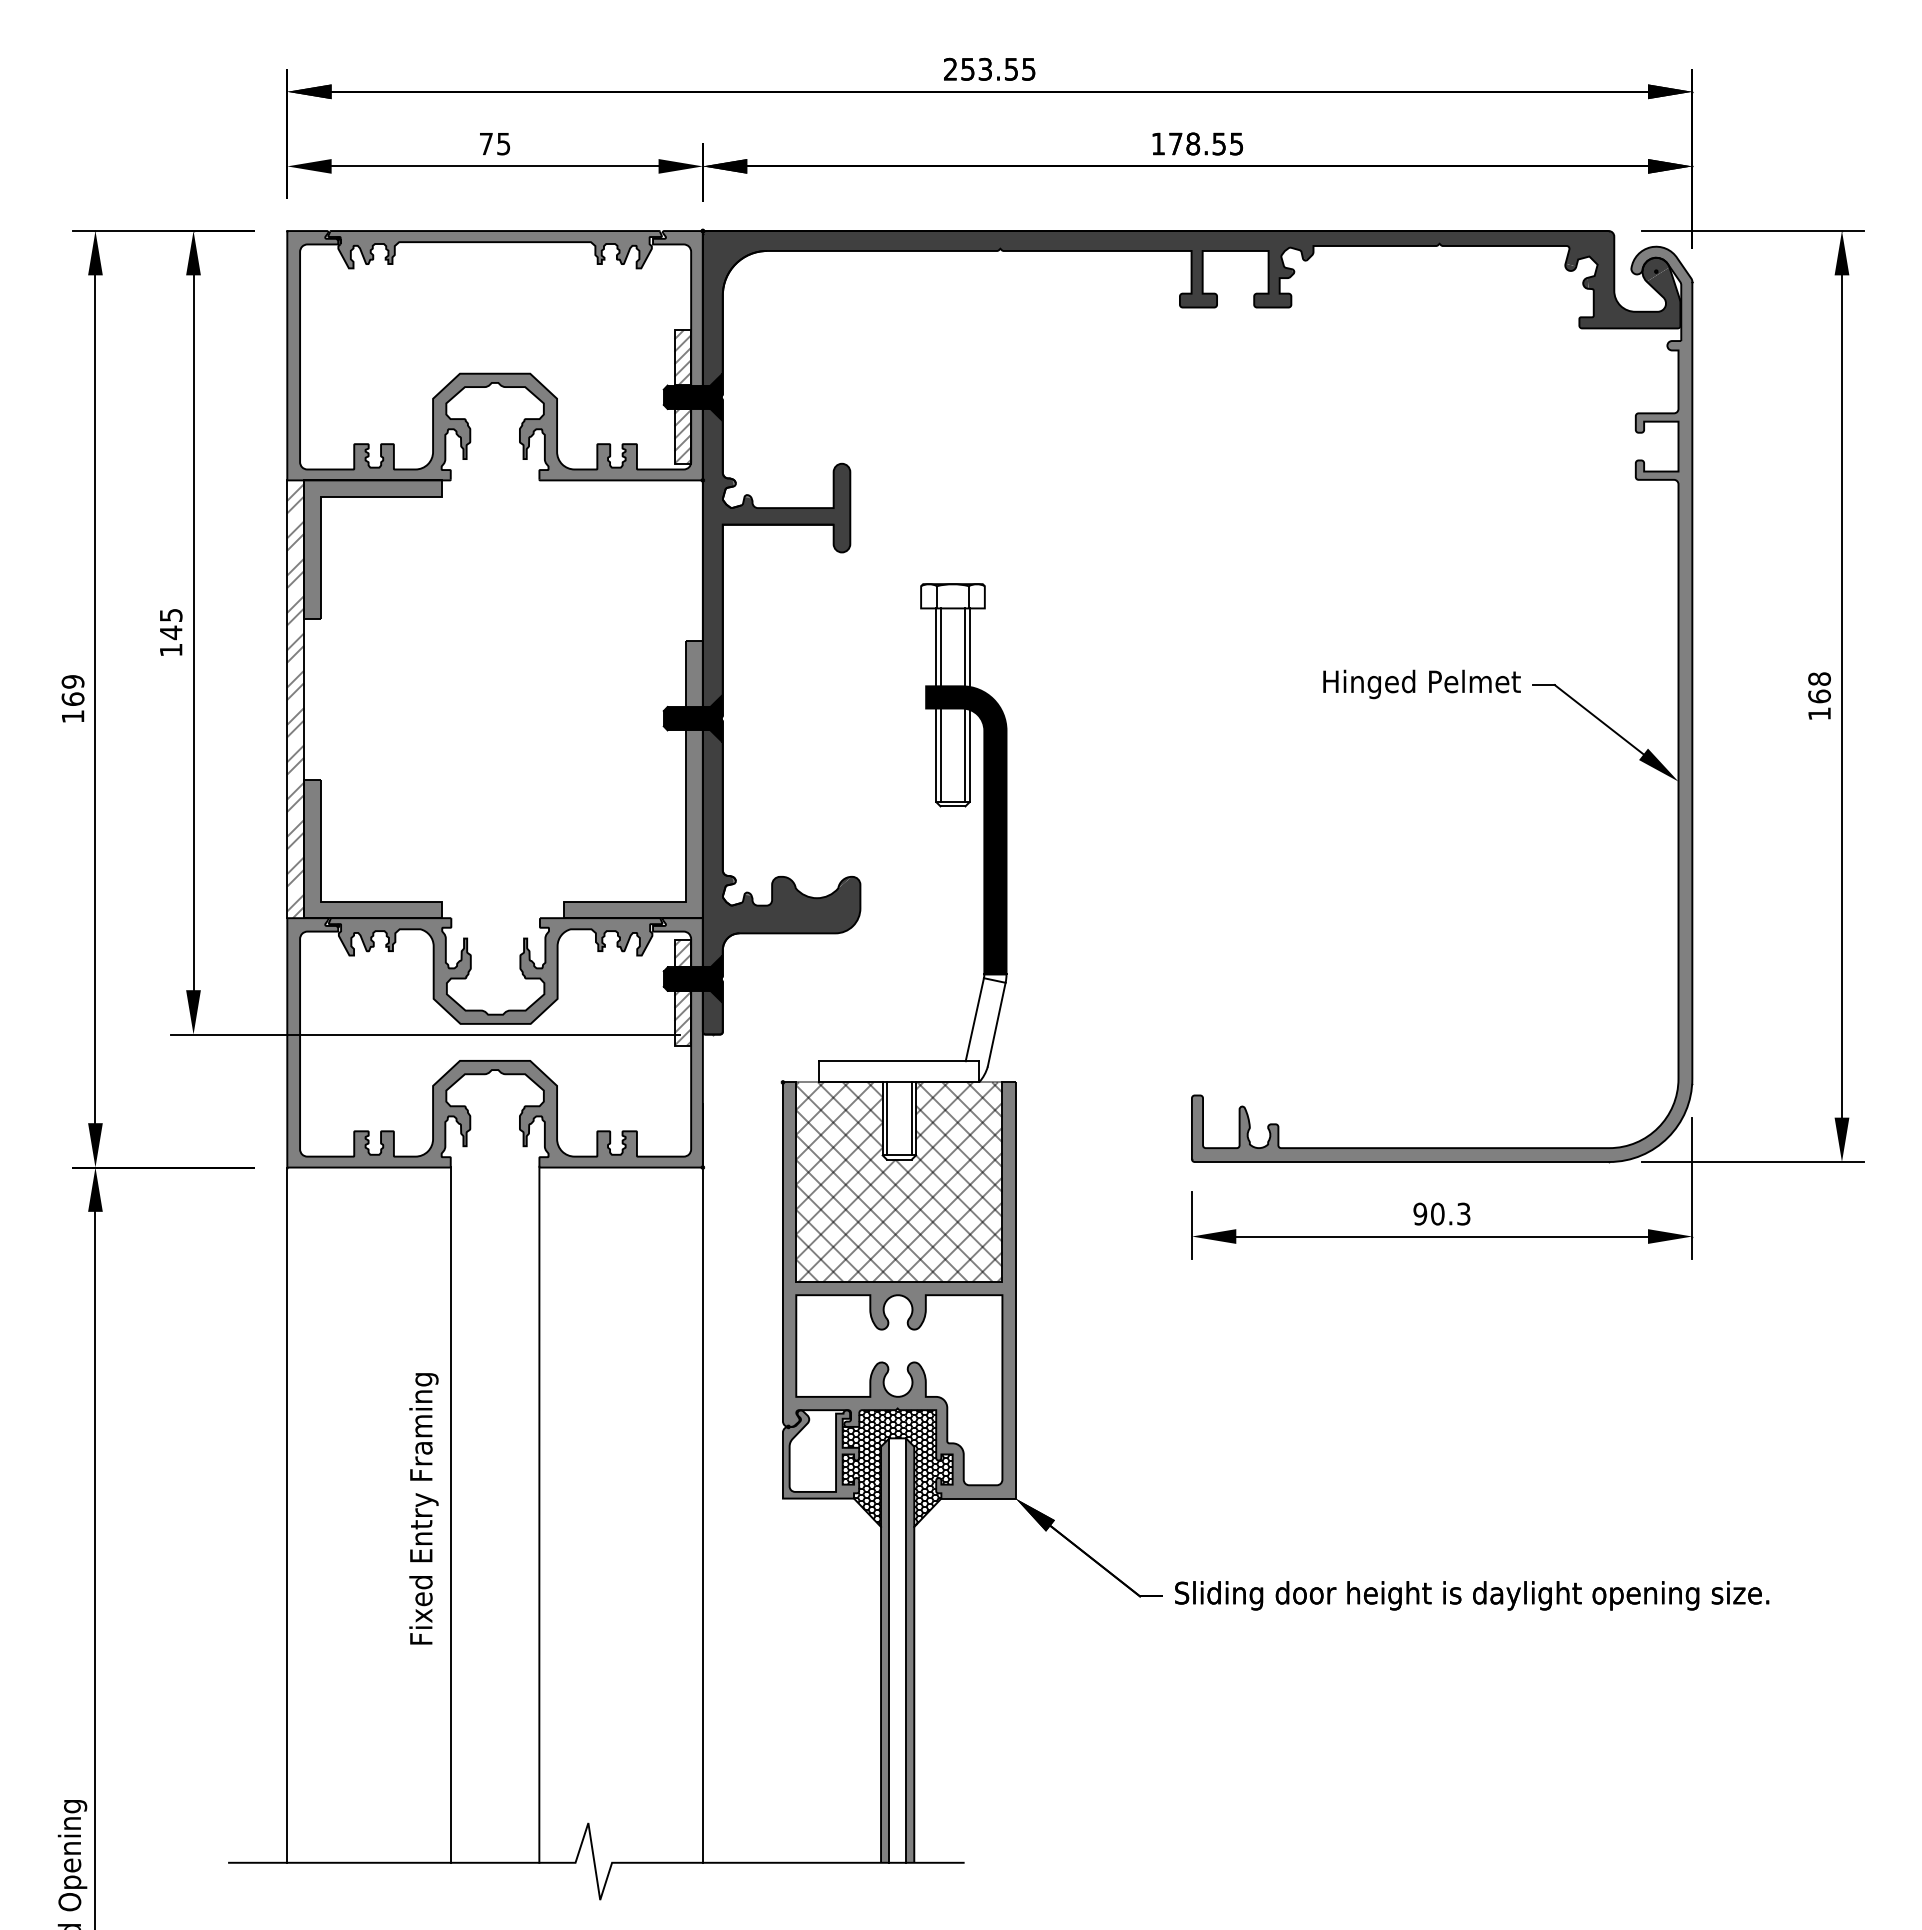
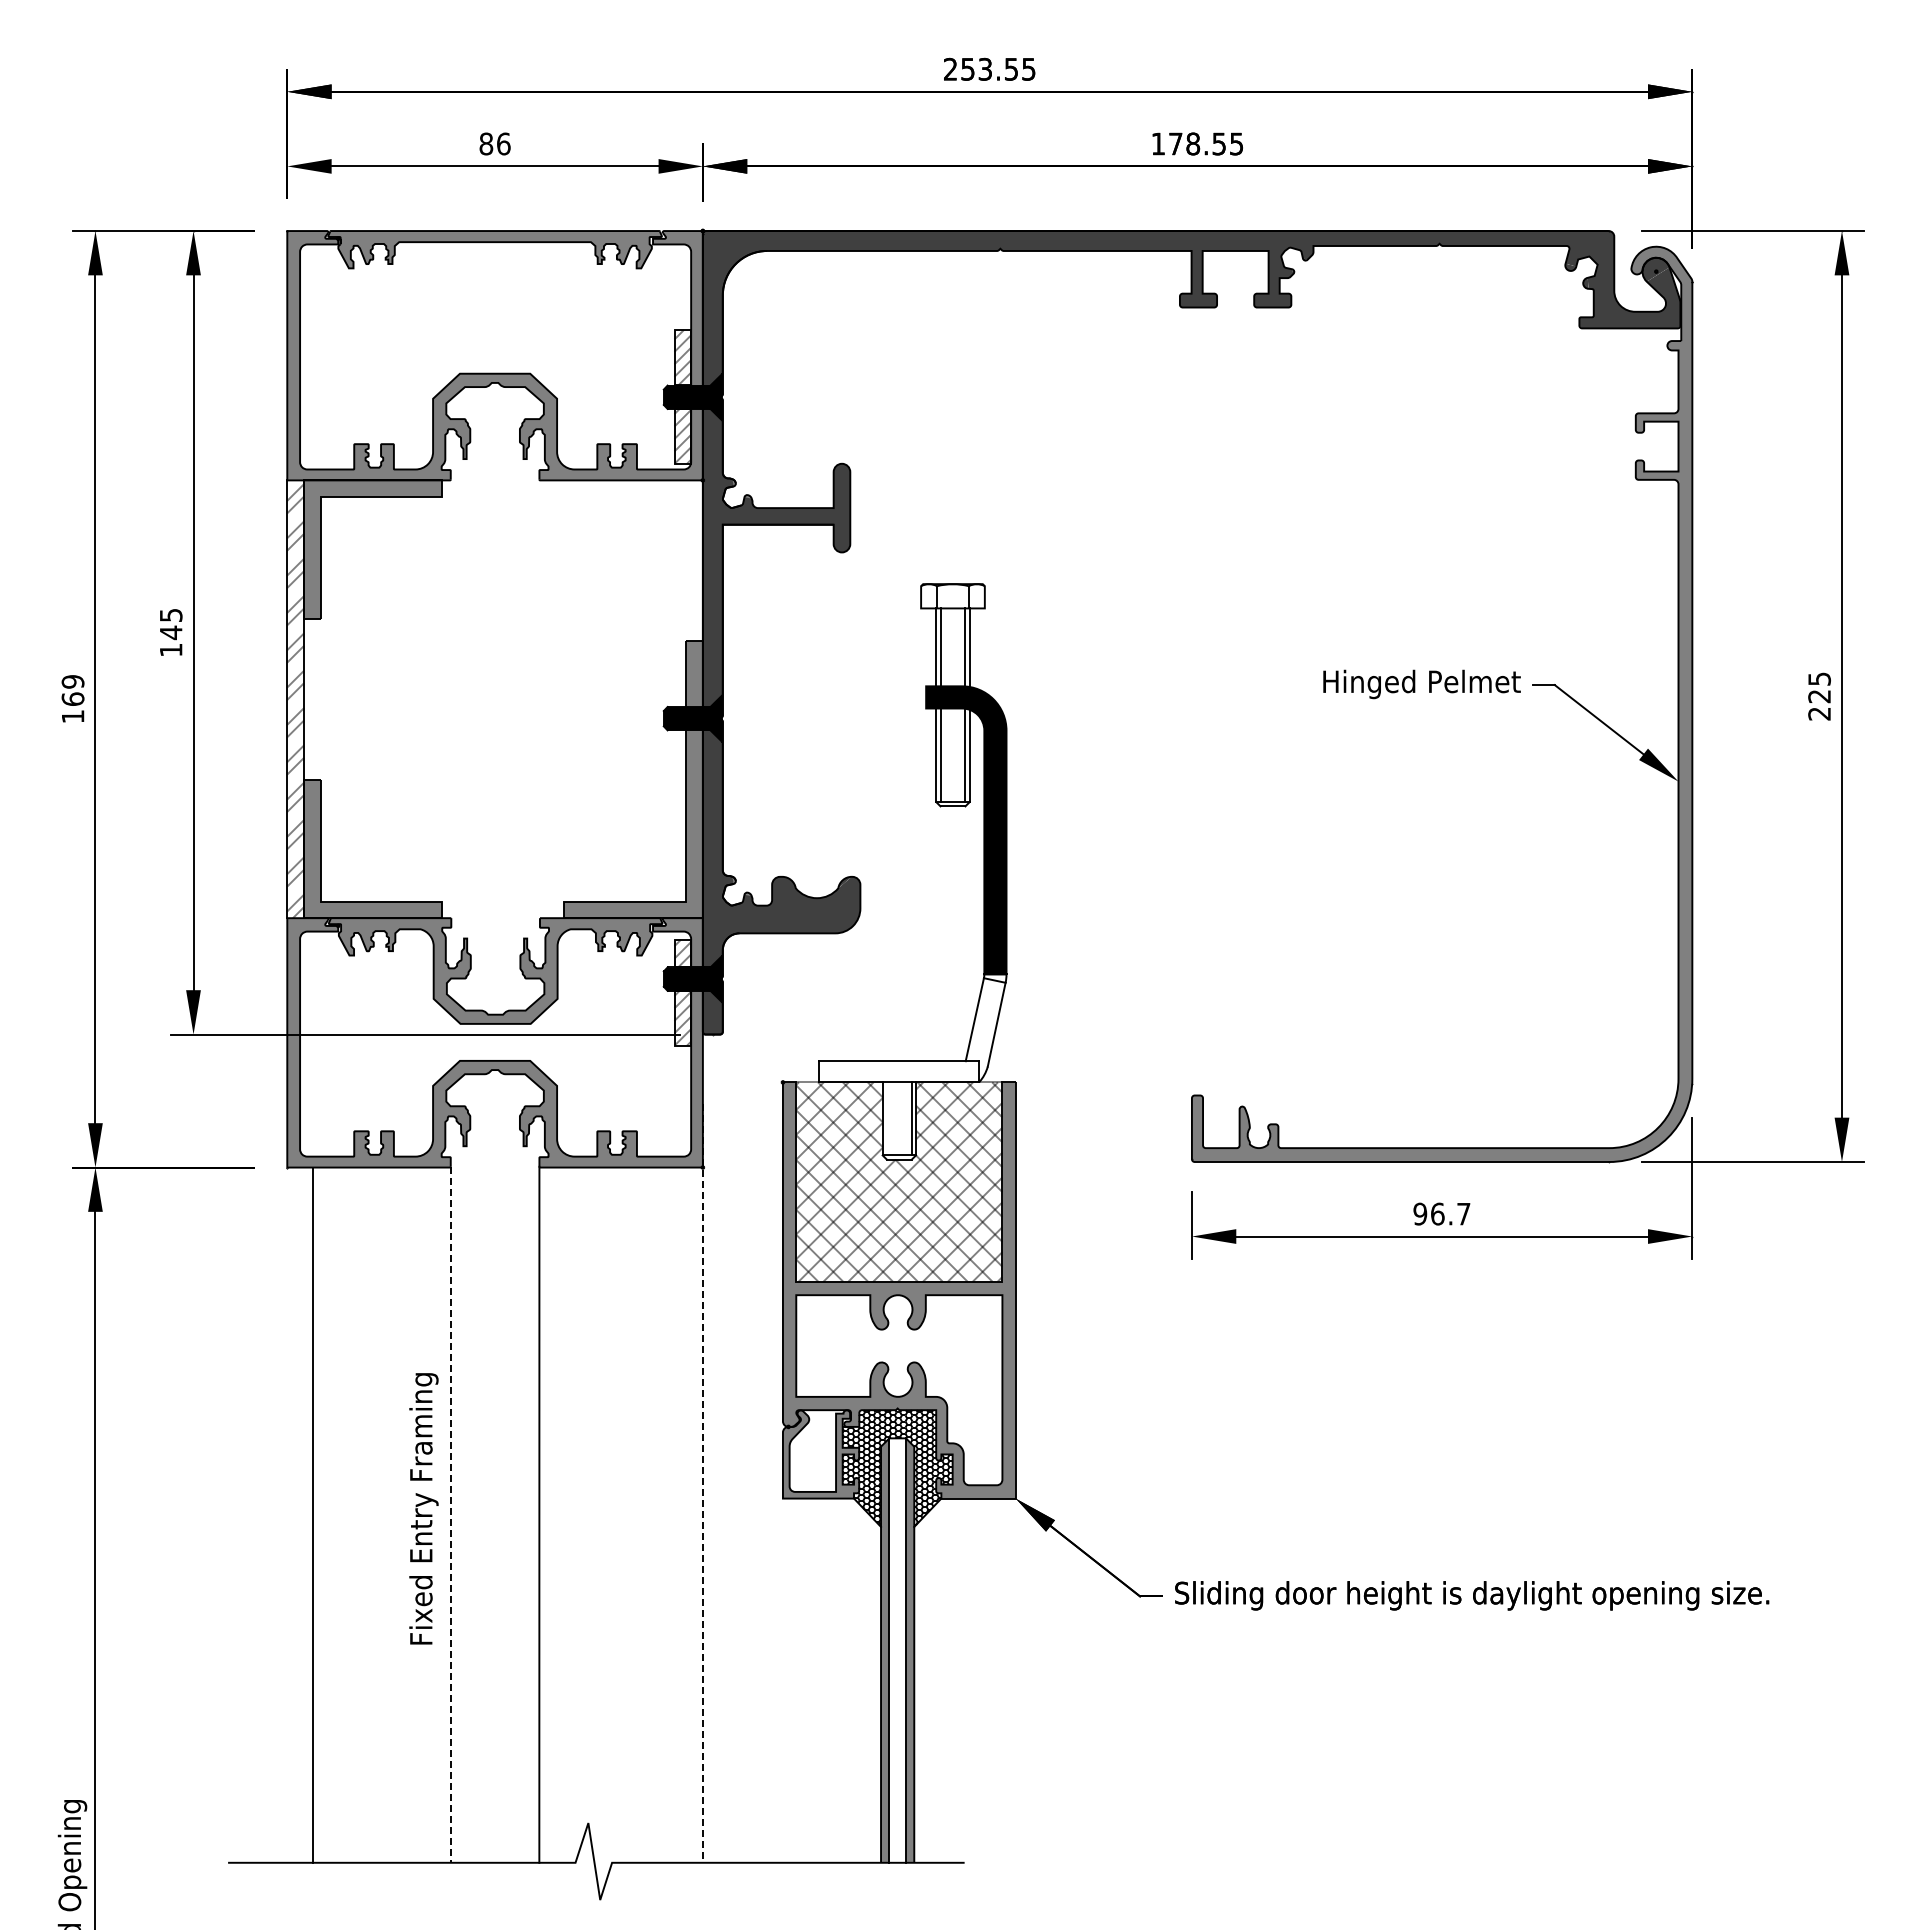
text at (494, 143): 75 -> 86
text at (1819, 696): 168 -> 225
line at (886, 1118): present -> none
text at (1450, 1213): 90.3 -> 96.7
line at (702, 1483): solid -> dashed
line at (287, 1514) position: (287, 1514) -> (313, 1514)
line at (450, 1514): solid -> dashed
